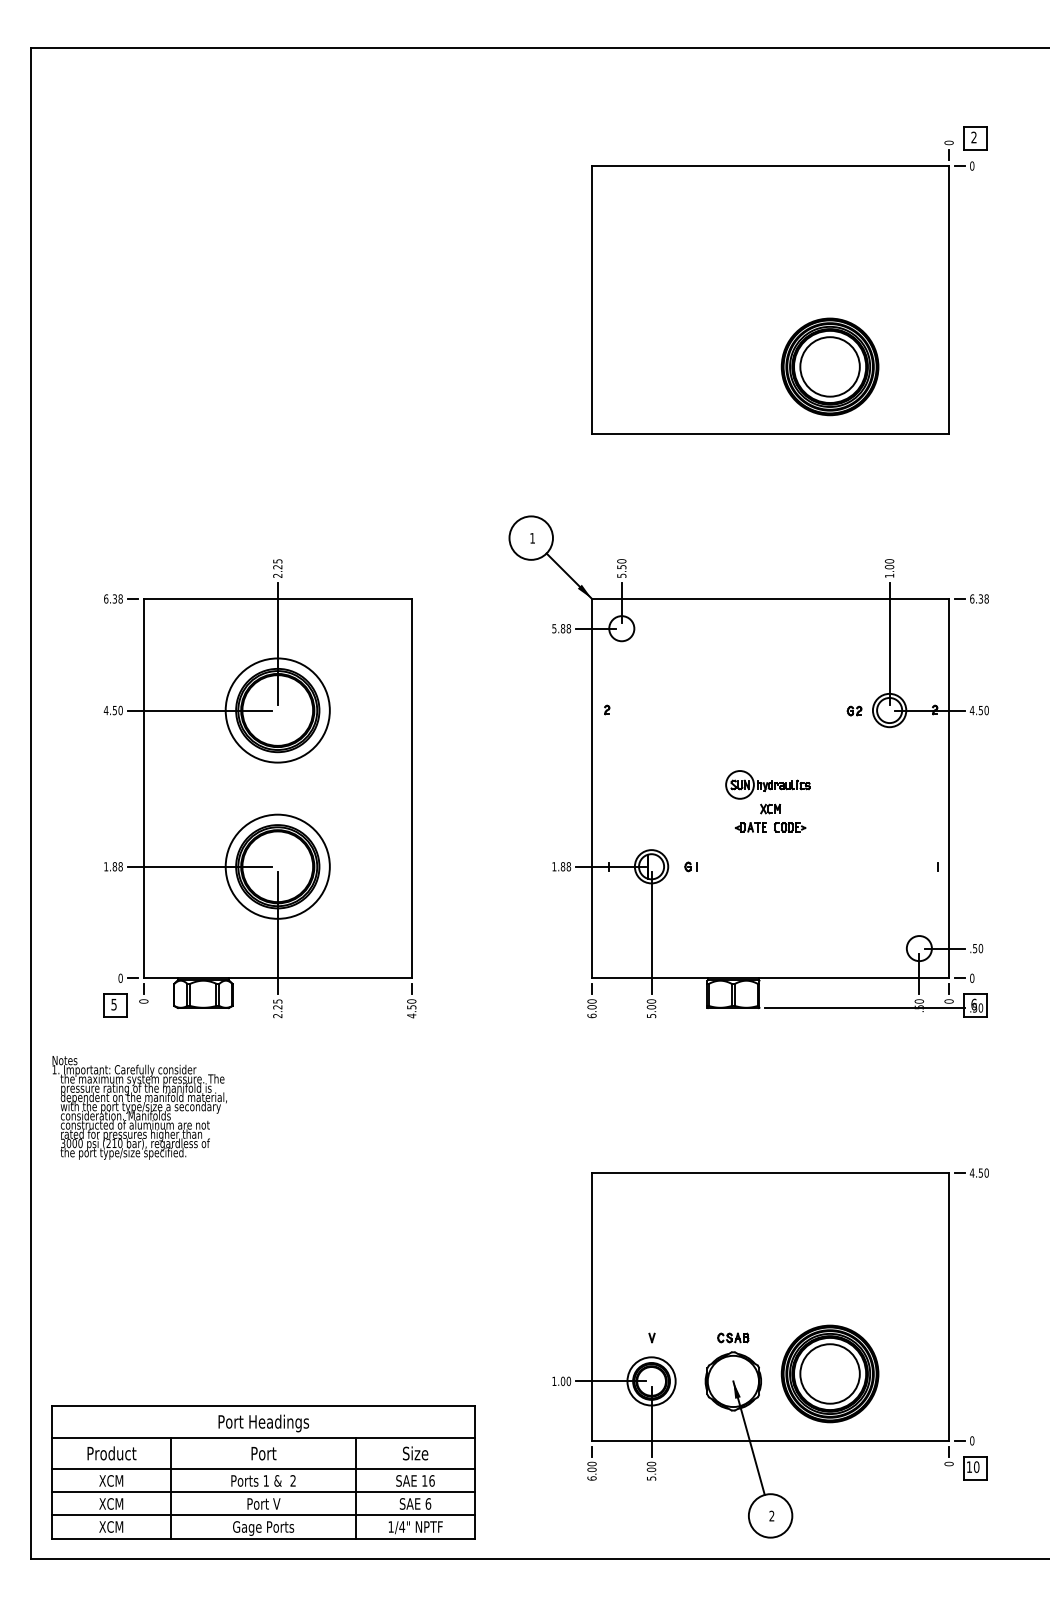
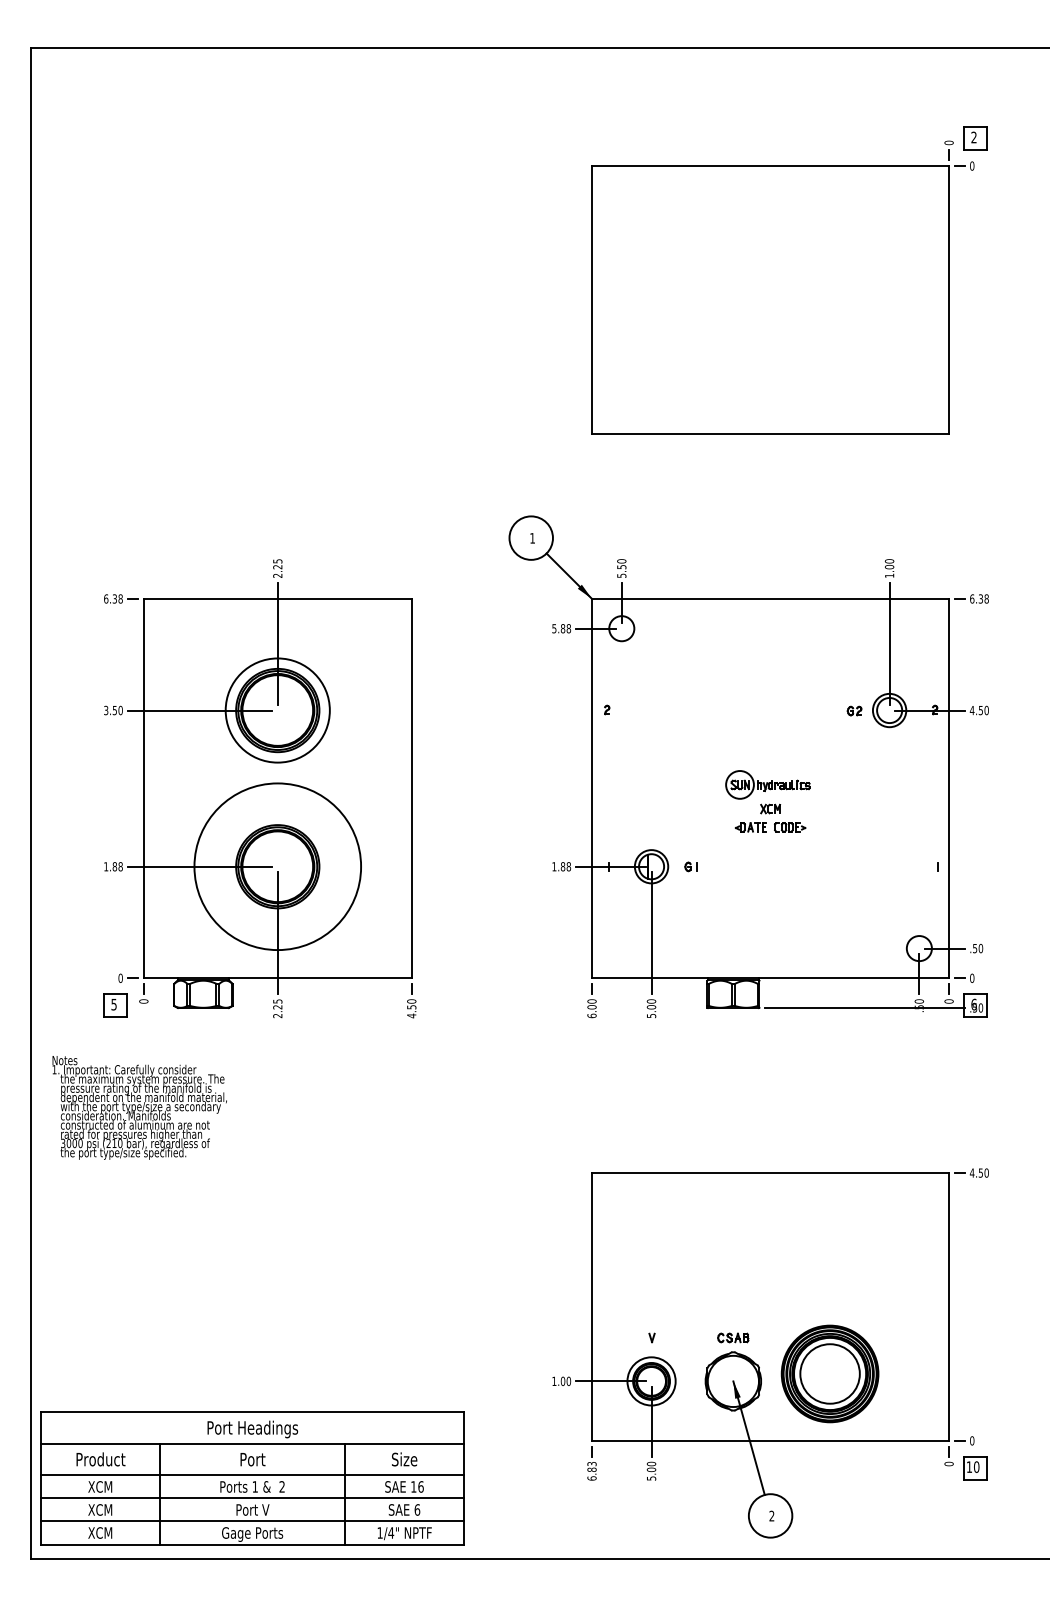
part at (829, 366): present -> none
text at (105, 710): 4.50 -> 3.50
circle at (277, 866) diameter: 104 px -> 167 px
text at (591, 1466): 6.00 -> 6.83
part at (263, 1472) position: (263, 1472) -> (252, 1478)
